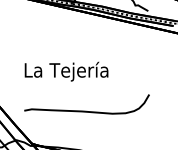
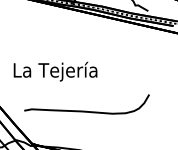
text at (66, 71) position: (66, 71) -> (55, 71)
